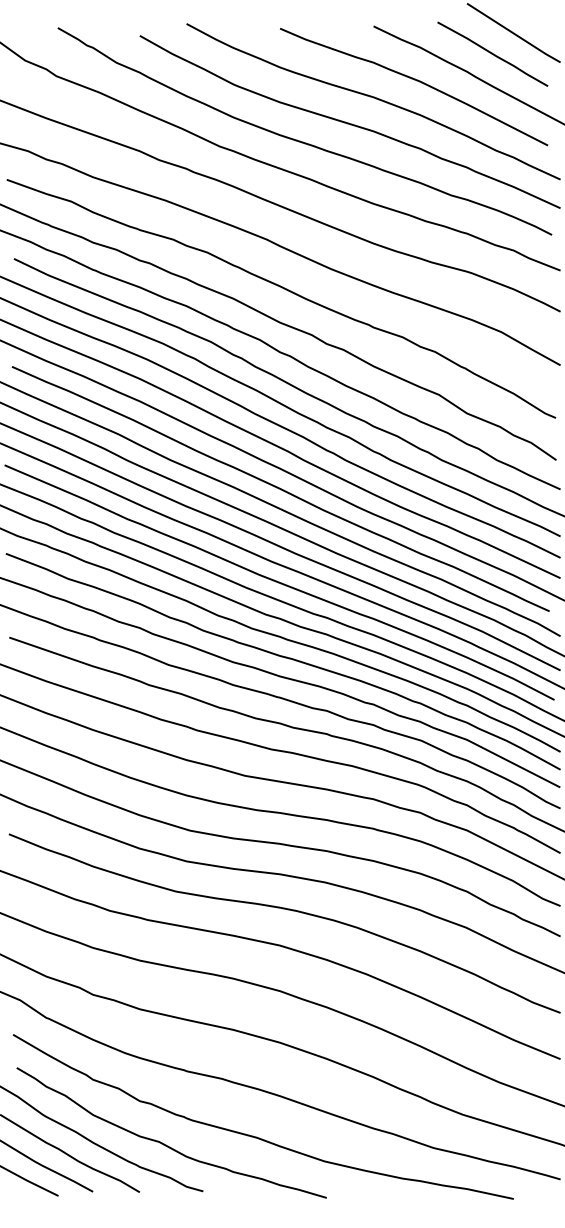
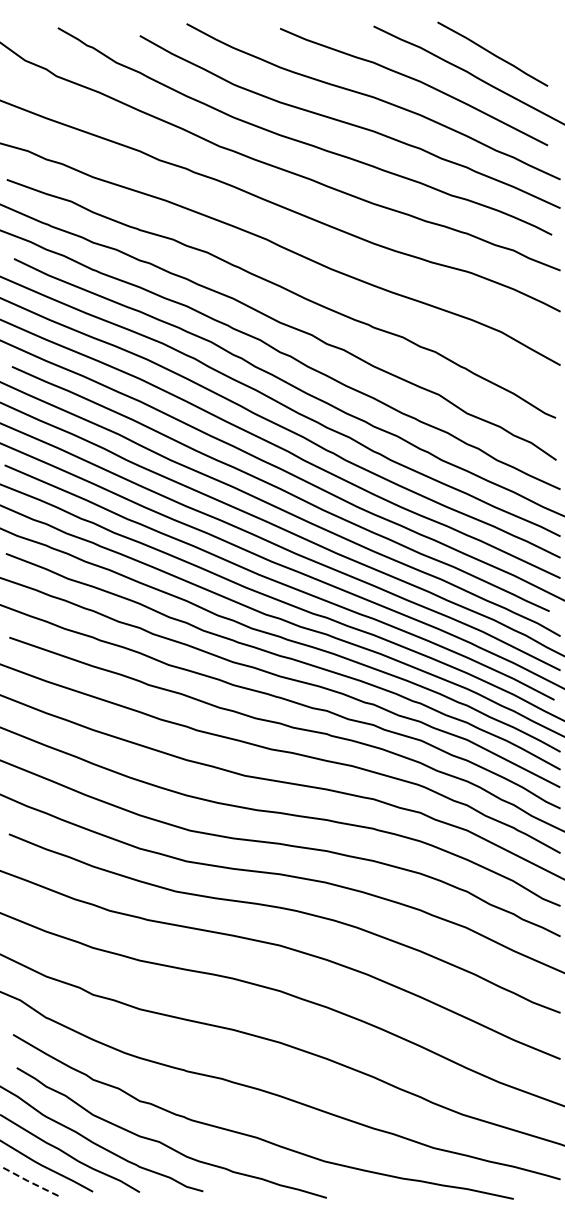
line at (513, 32): present -> none
line at (28, 1181): solid -> dashed
